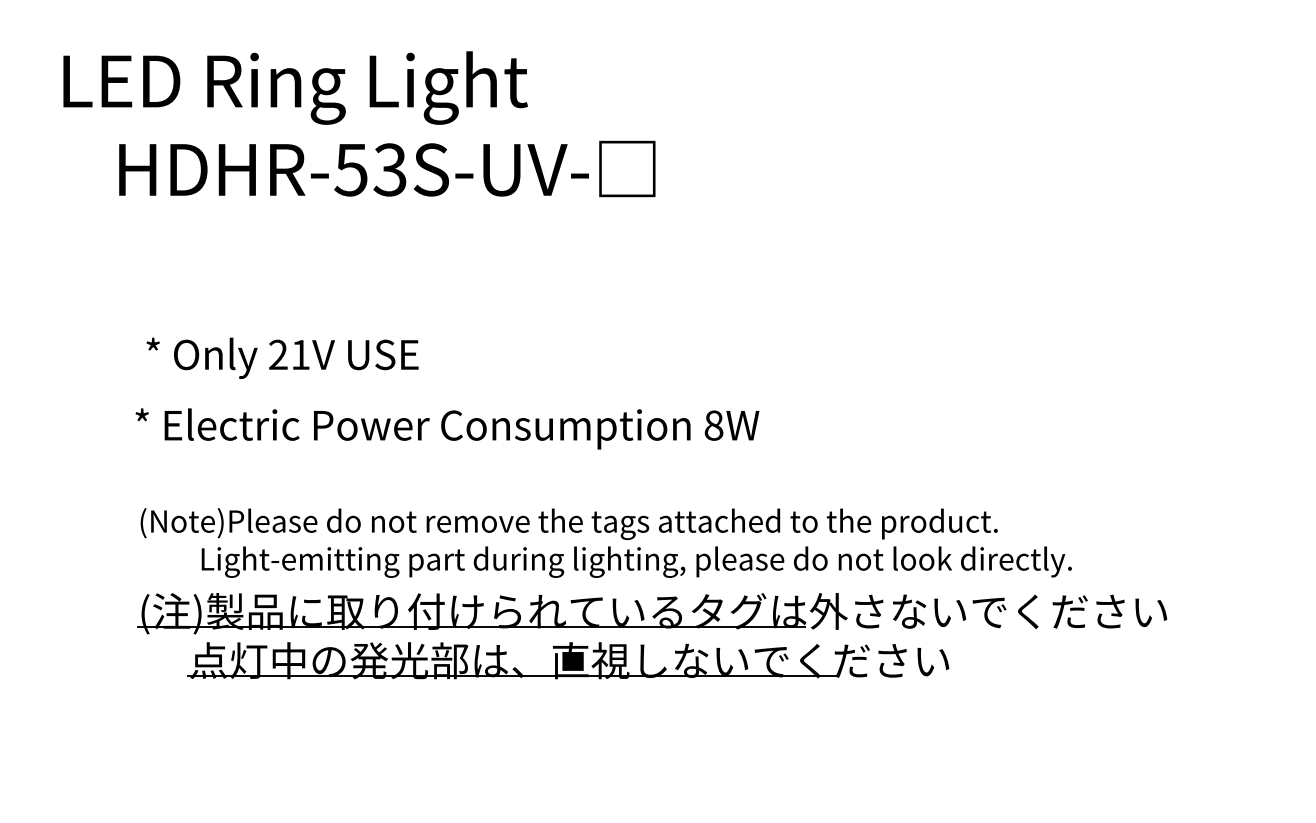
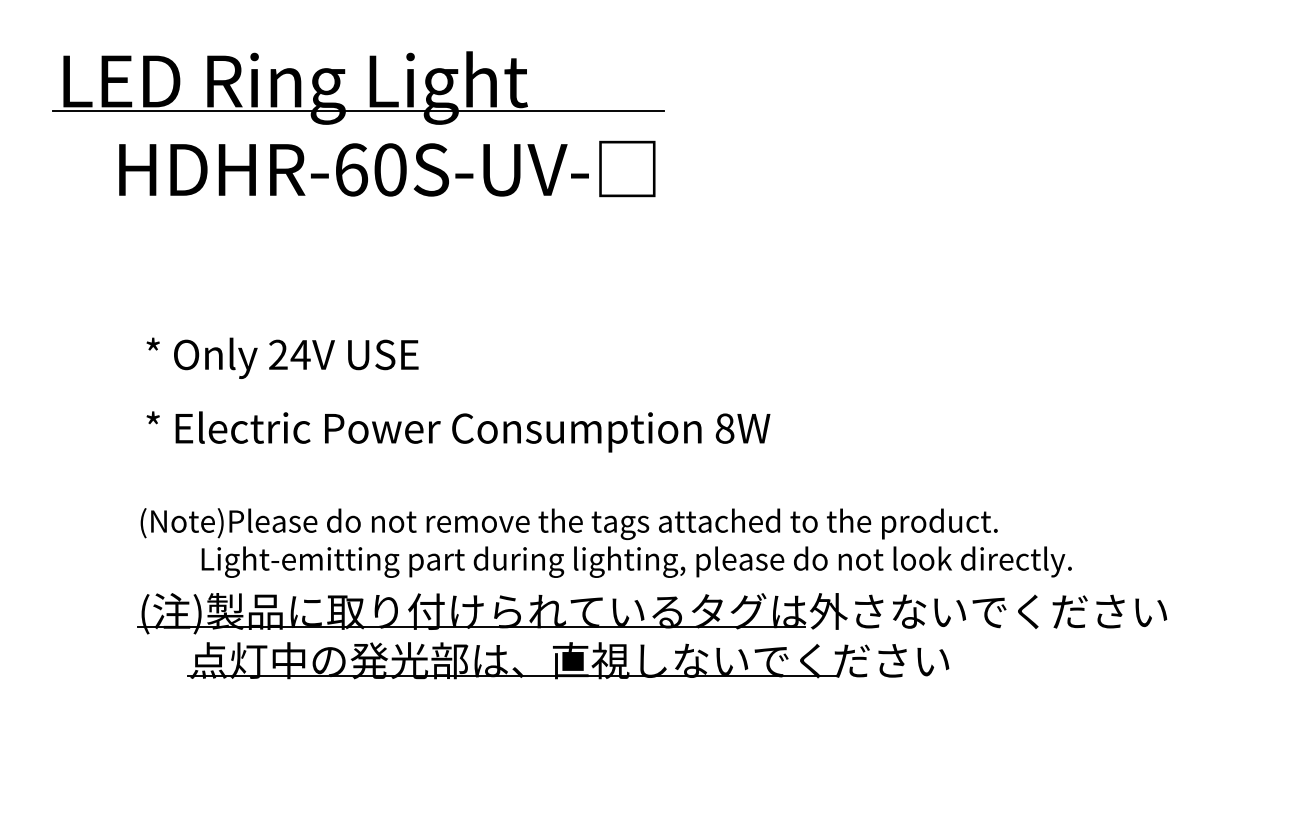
line at (358, 111): none -> present
text at (370, 169): HDHR-53S-UV- -> HDHR-60S-UV-
text at (300, 354): 21V -> 24V
text at (447, 428) position: (447, 428) -> (458, 431)
